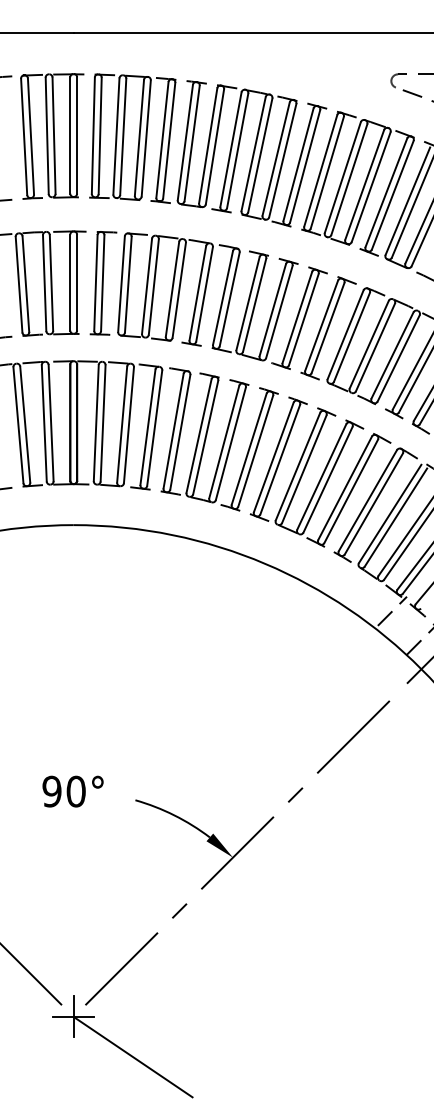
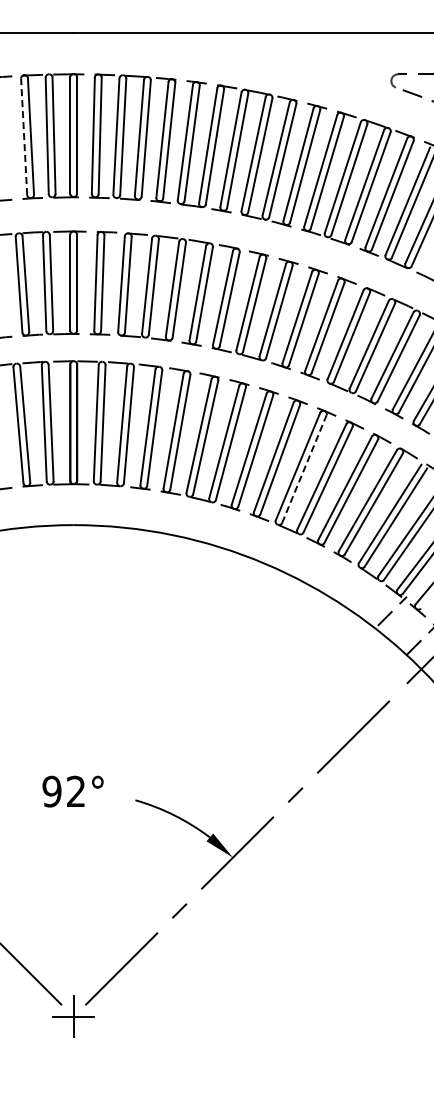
line at (24, 136): solid -> dashed
line at (304, 468): solid -> dashed
text at (75, 791): 90° -> 92°
line at (132, 1056): present -> none
